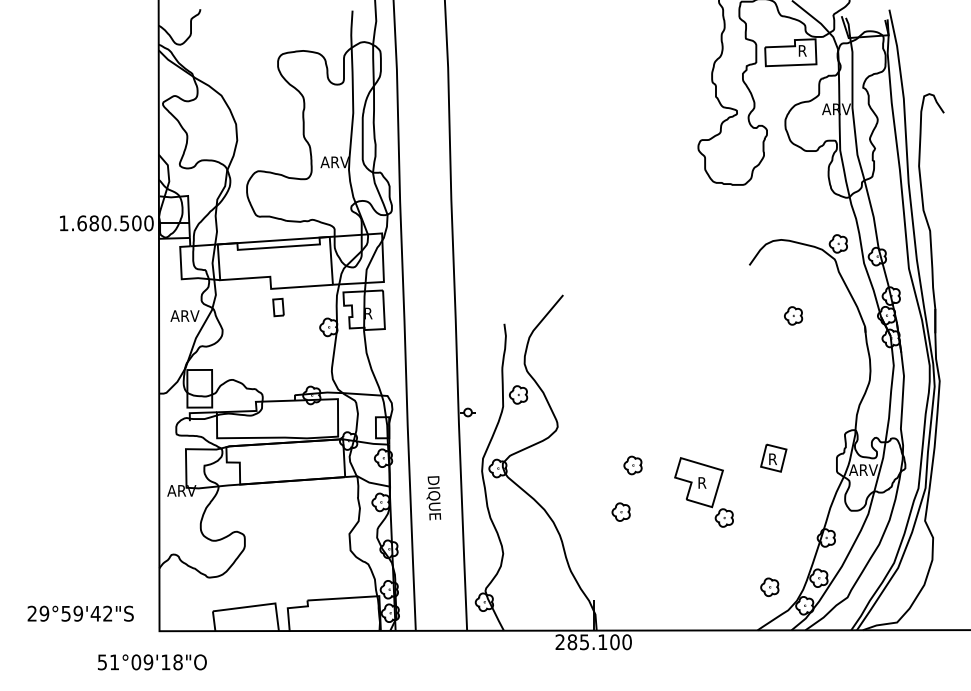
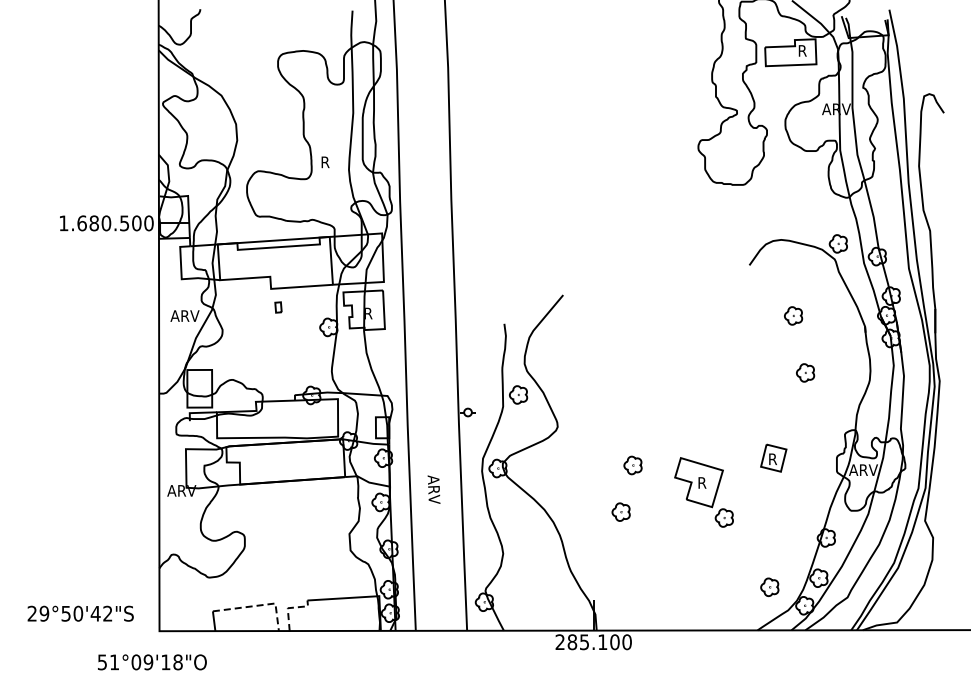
text at (334, 162): ARV -> R
part at (278, 307) size: 13x21 px -> 9x13 px
part at (805, 372): none -> present
text at (433, 497): DIQUE -> ARV
line at (258, 605): solid -> dashed
line at (289, 608): solid -> dashed
text at (77, 613): 29°59'42"S -> 29°50'42"S
